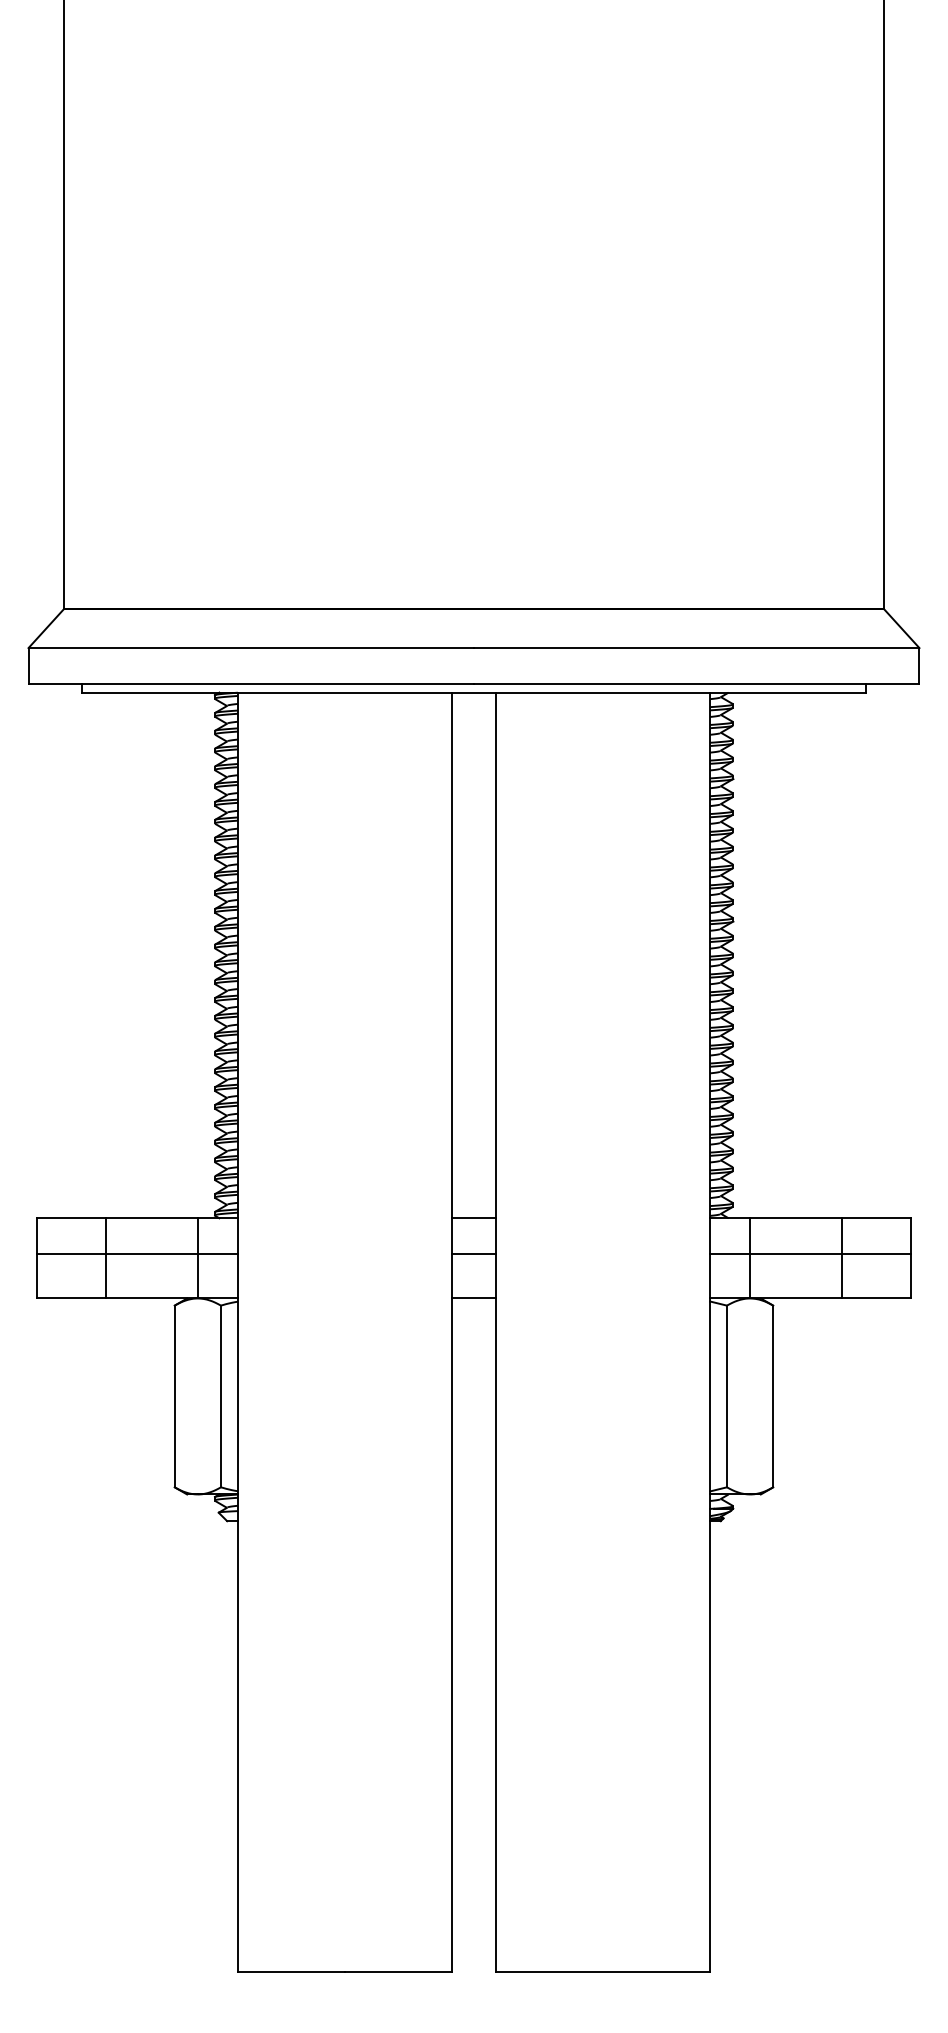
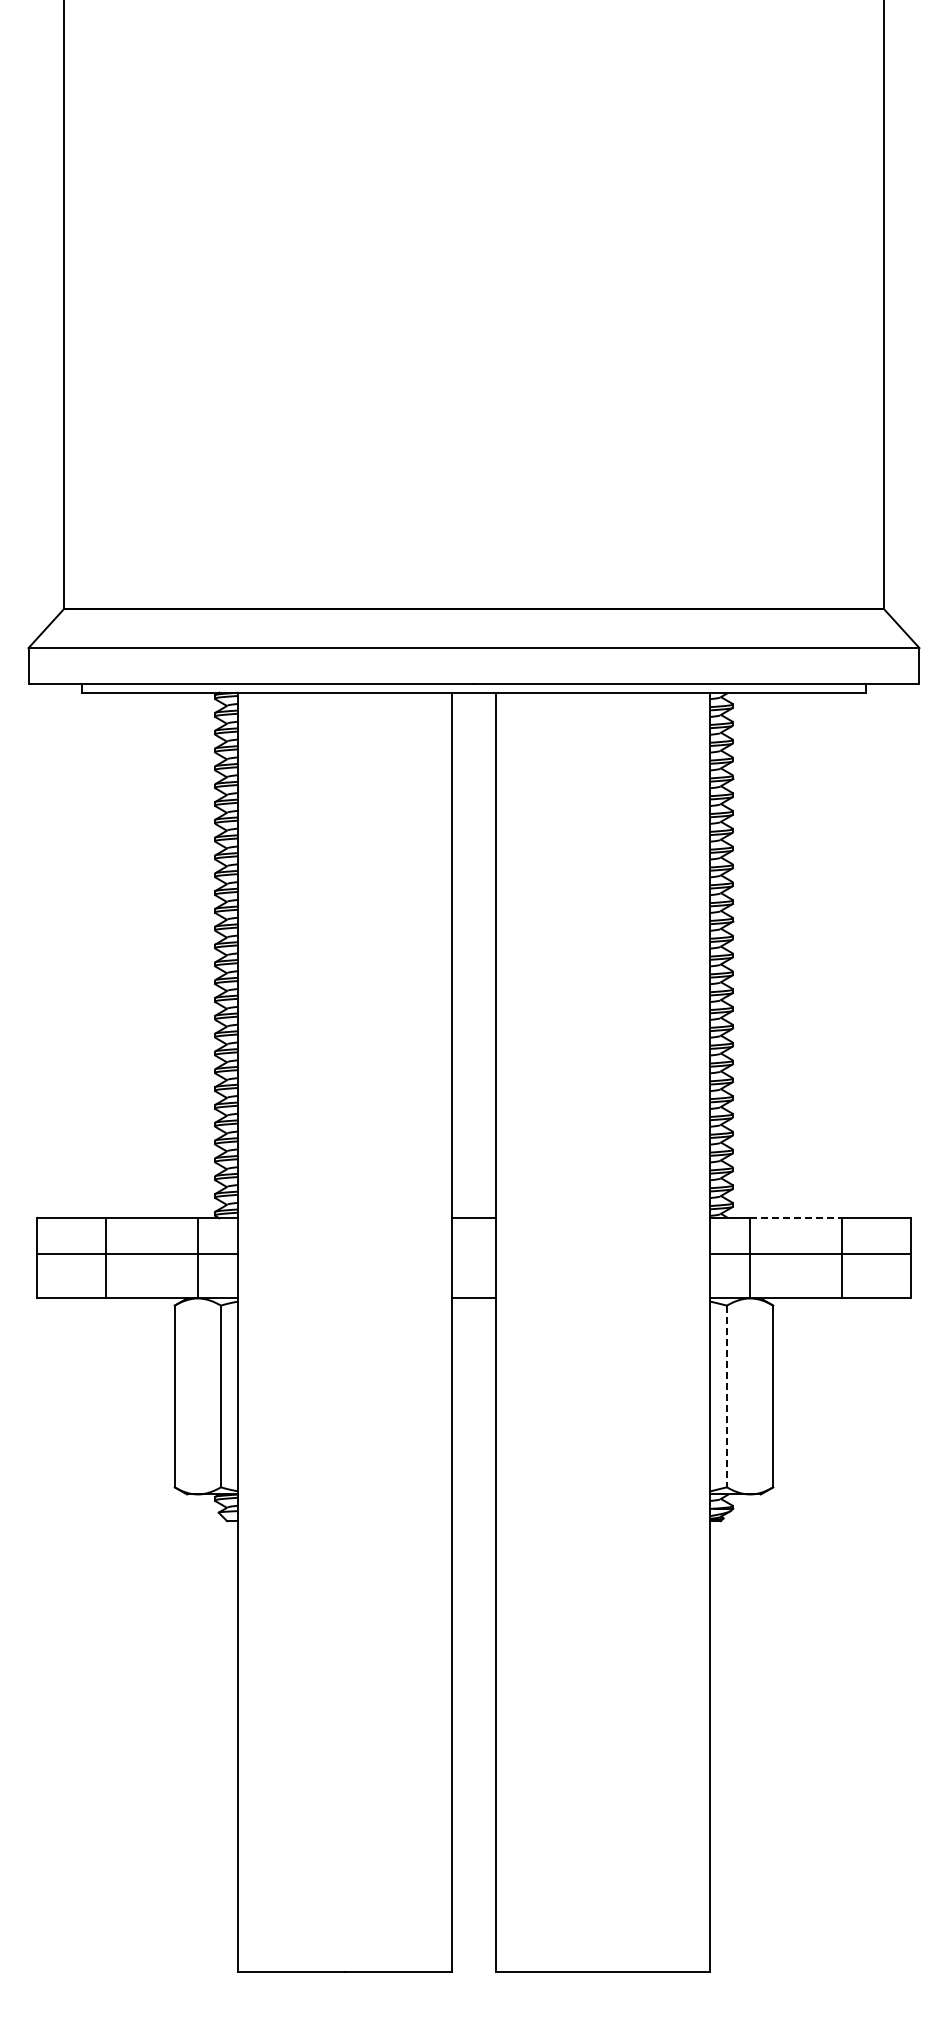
line at (795, 1218): solid -> dashed
line at (473, 1253): present -> none
line at (726, 1396): solid -> dashed
